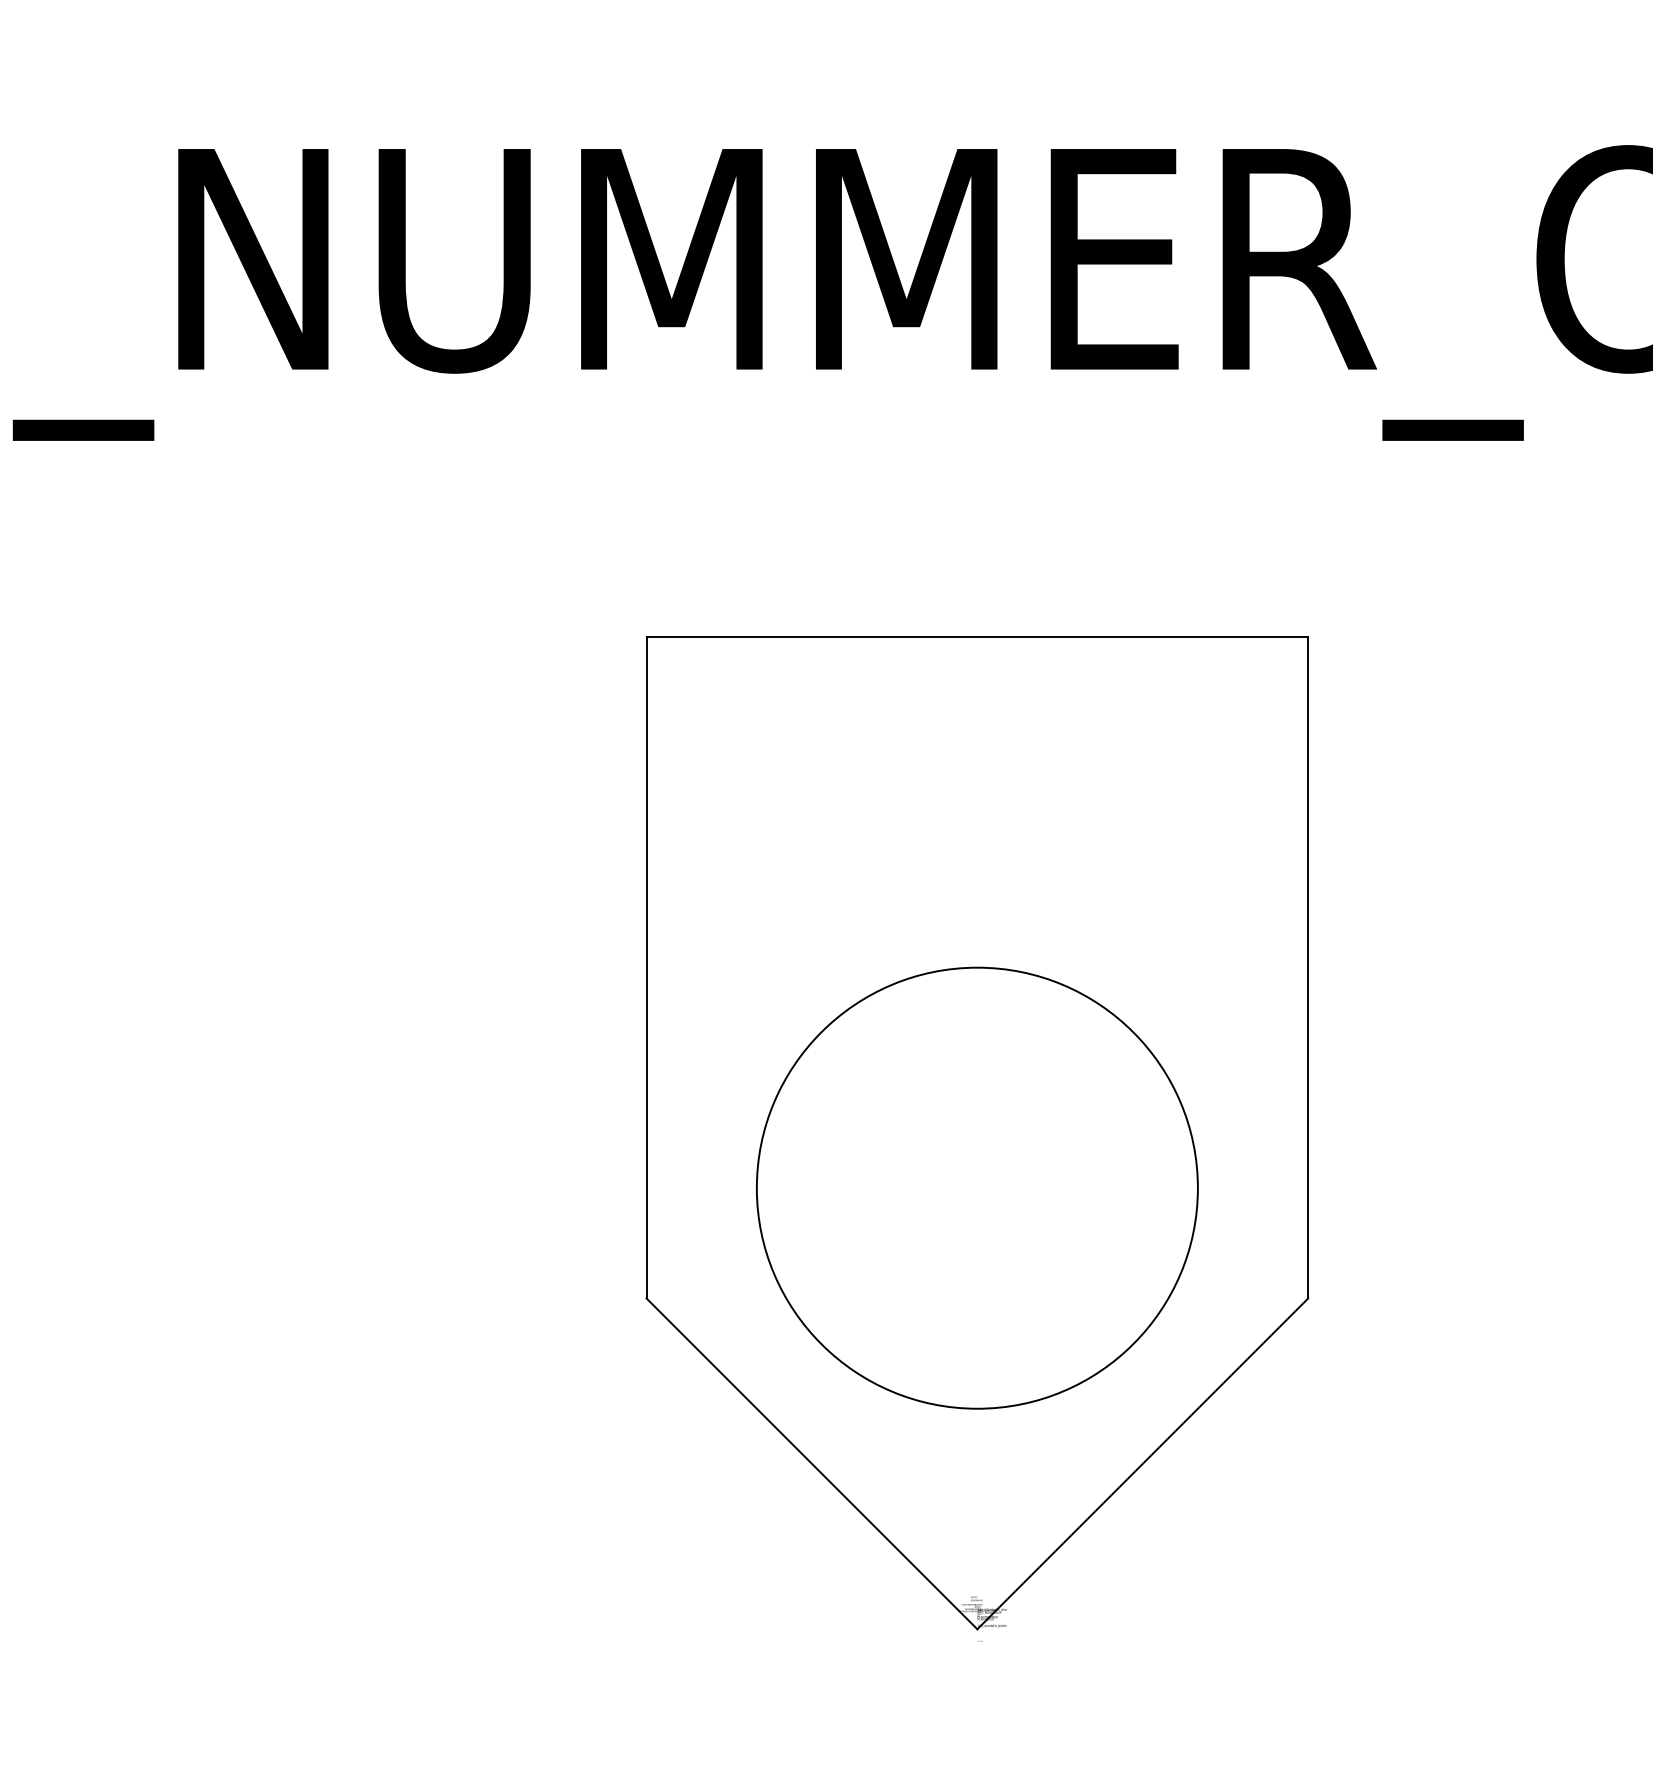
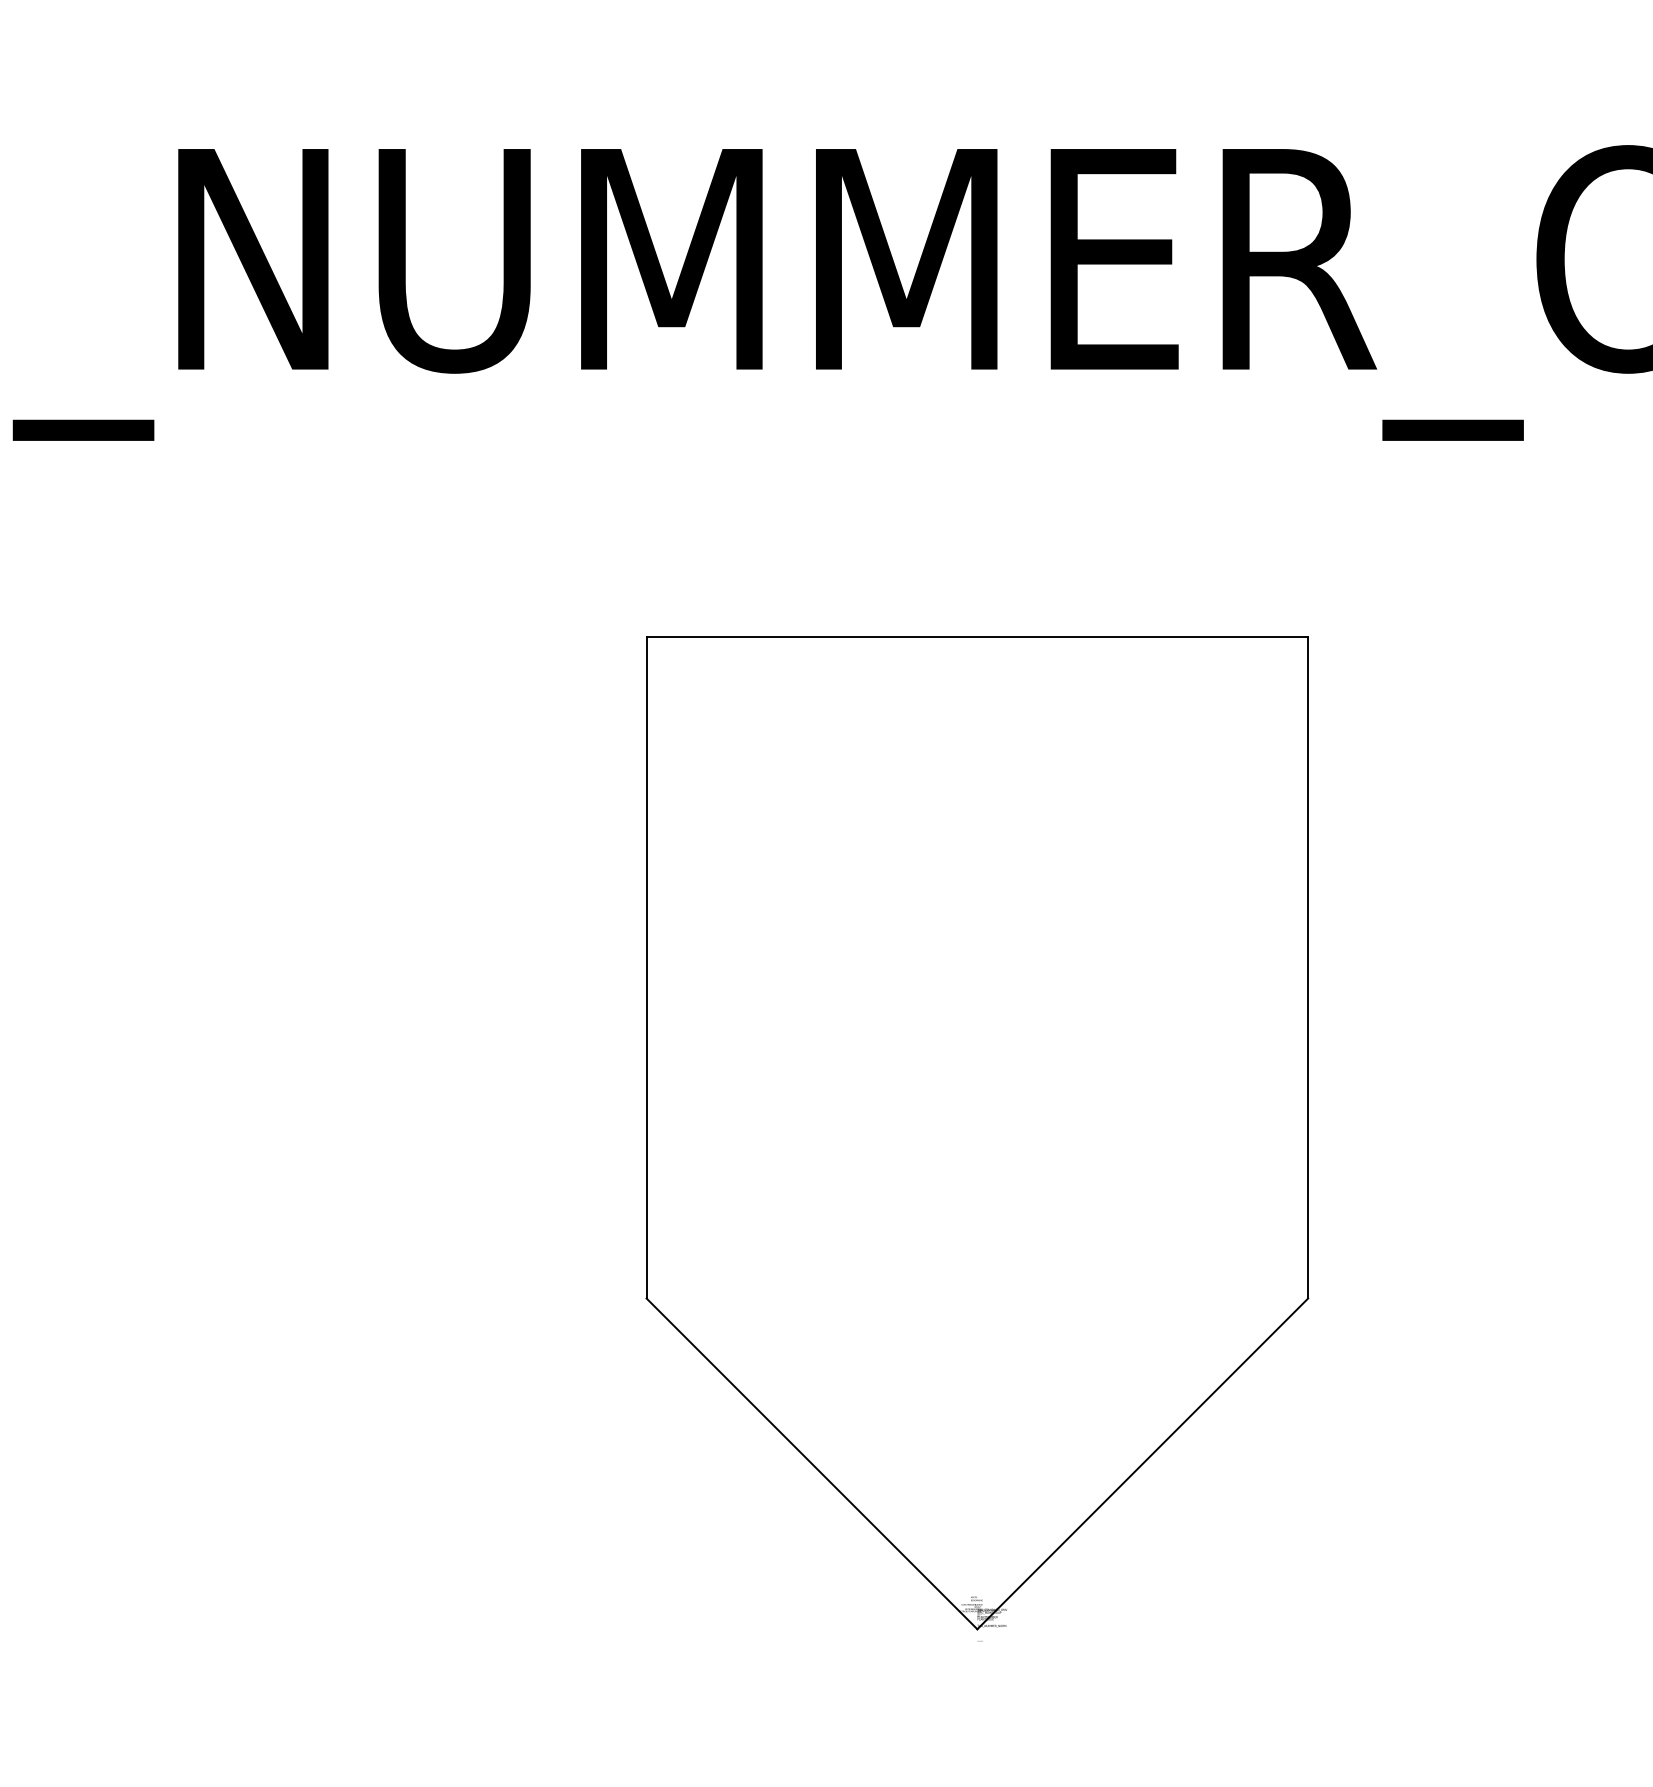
circle at (977, 1187): present -> none
